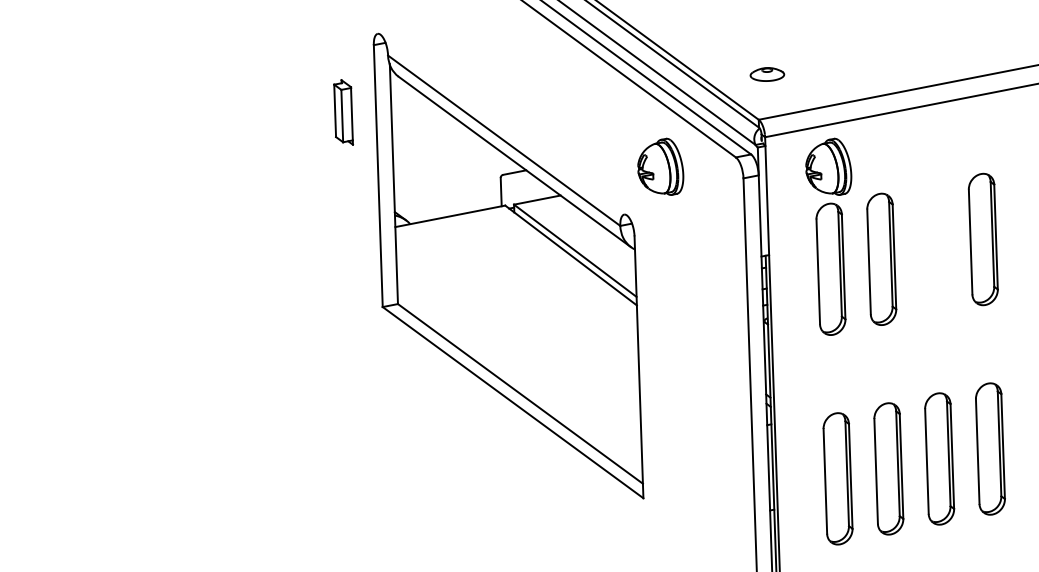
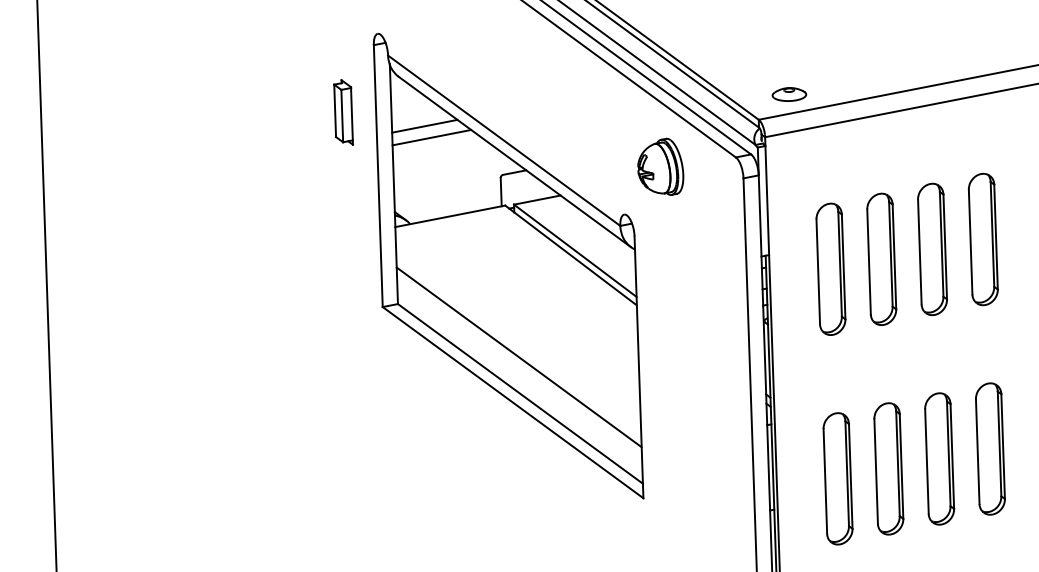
part at (767, 74) position: (767, 74) -> (789, 94)
line at (424, 125): none -> present
line at (431, 137): none -> present
part at (828, 166): present -> none
part at (932, 249): none -> present
line at (46, 285): none -> present
line at (518, 357): none -> present
